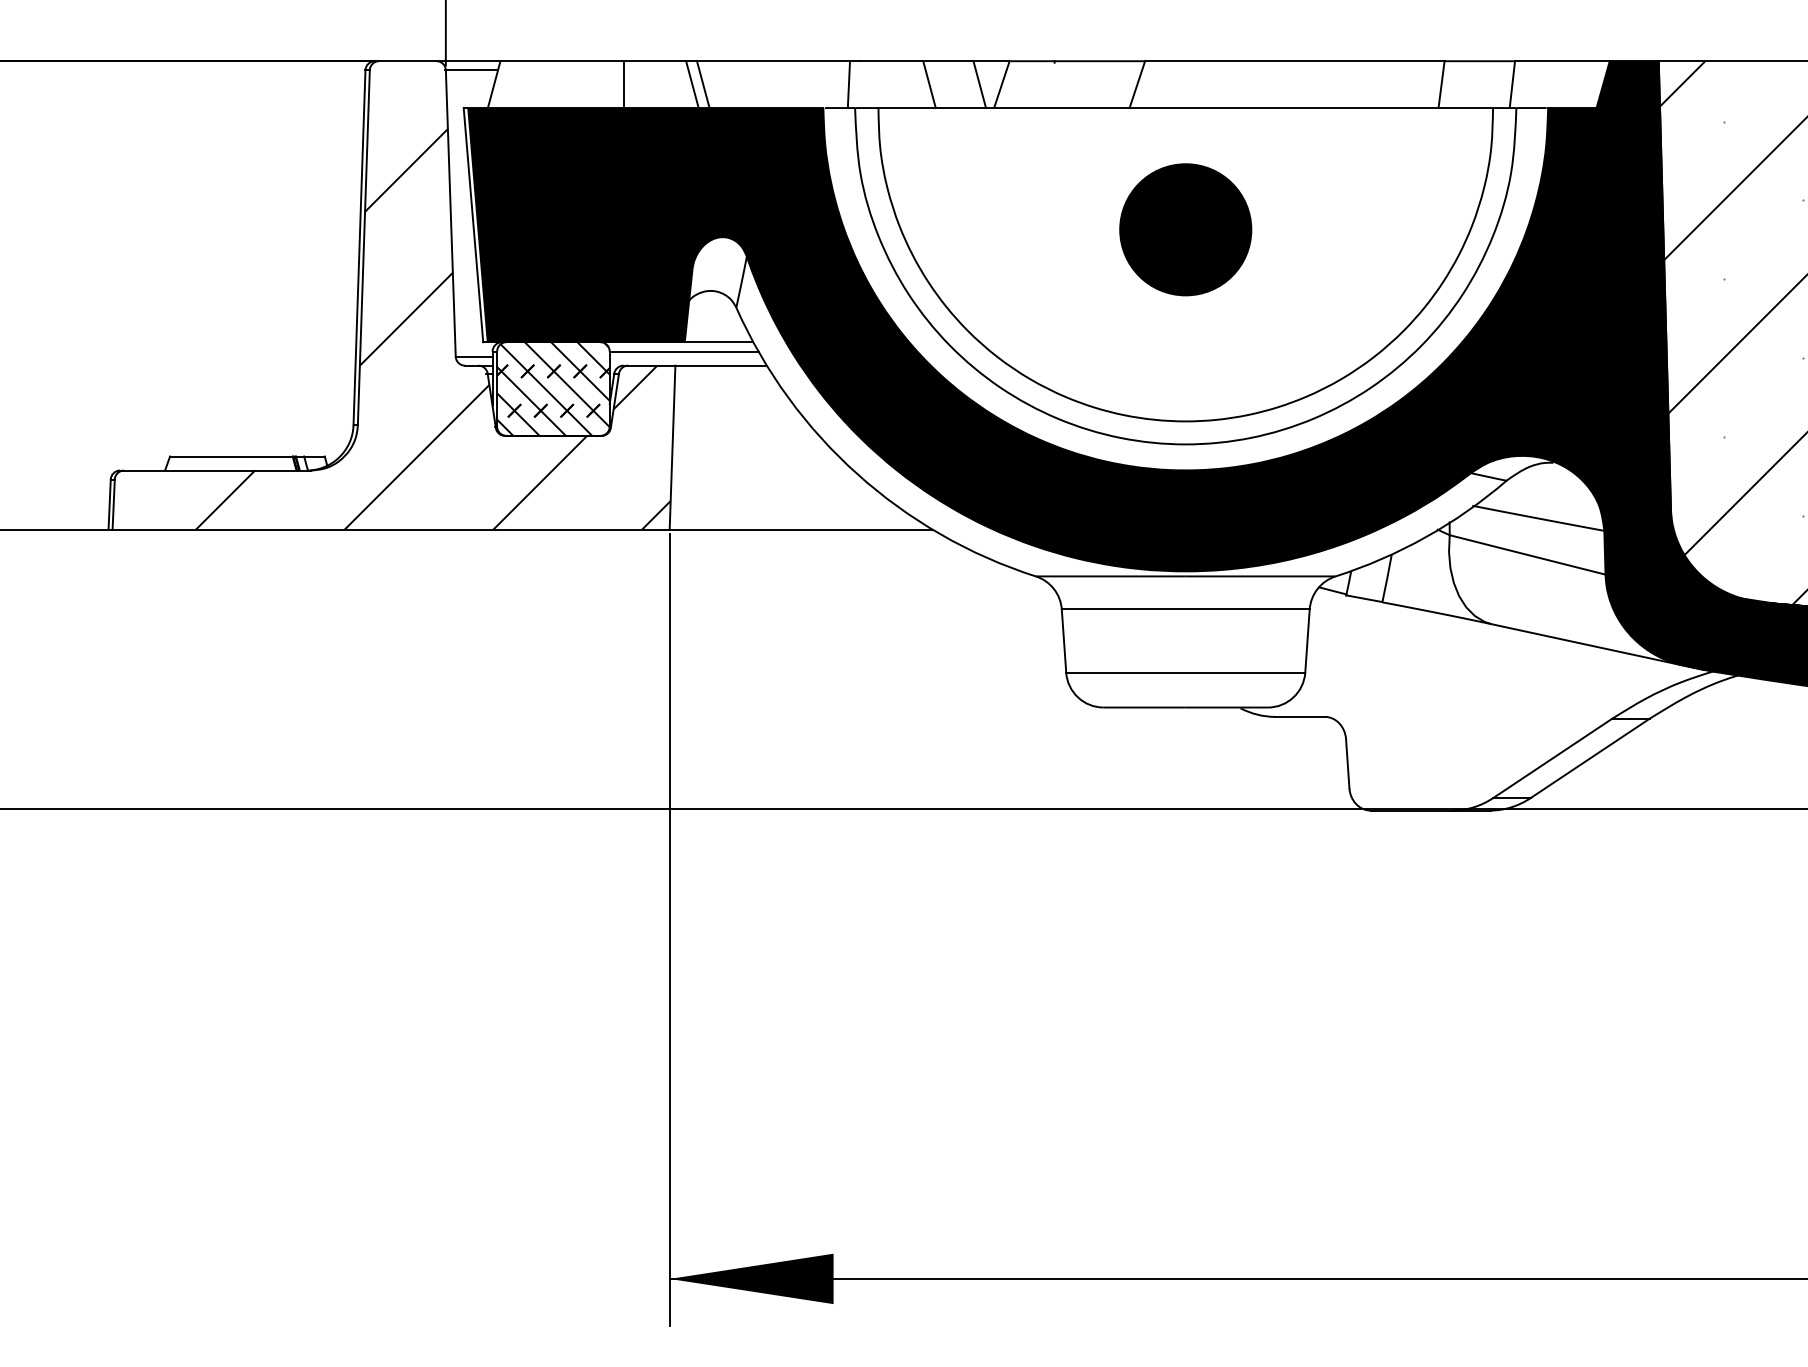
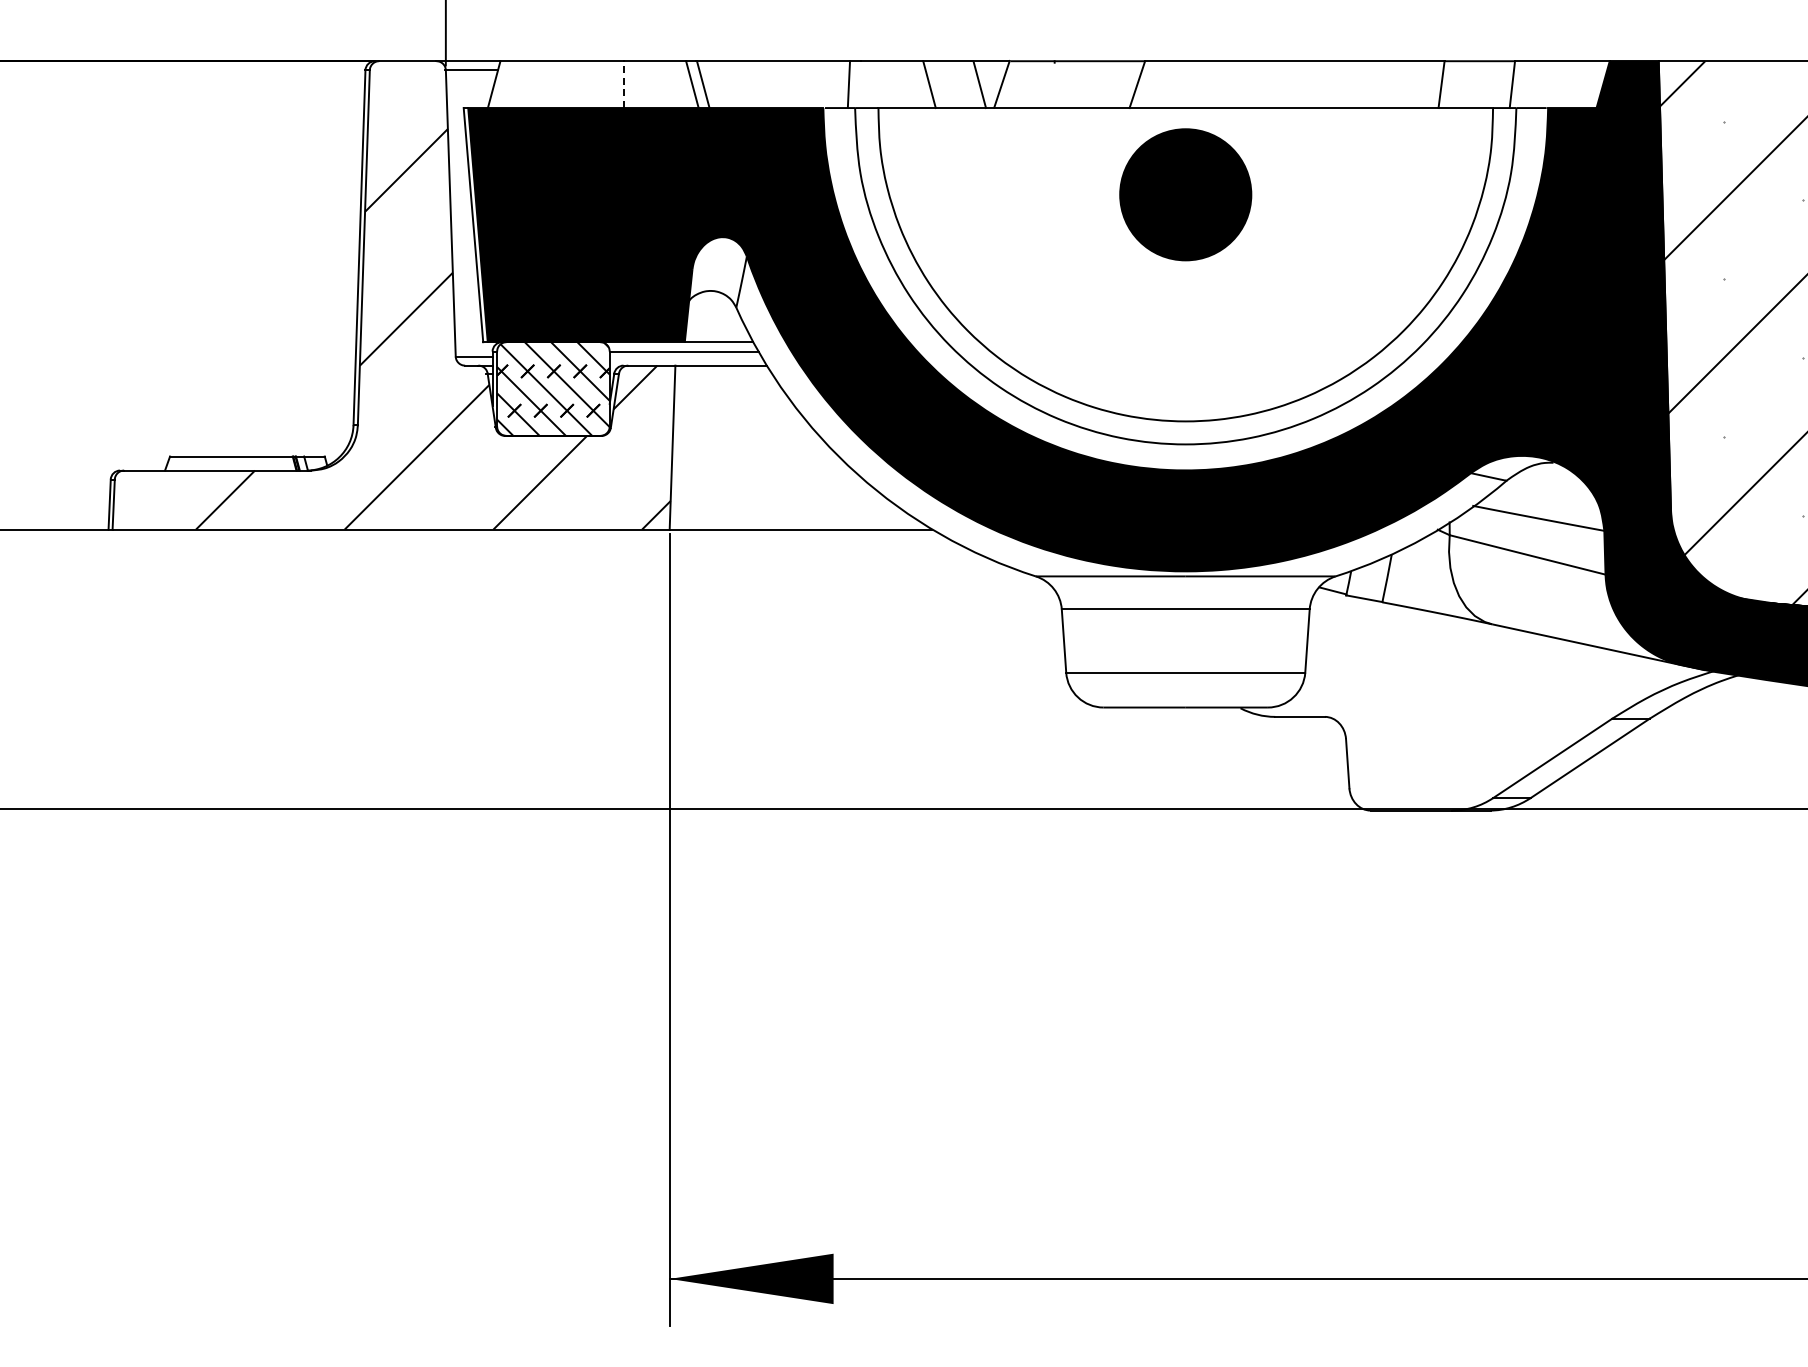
line at (623, 84): solid -> dashed
part at (1185, 229) position: (1185, 229) -> (1185, 194)
